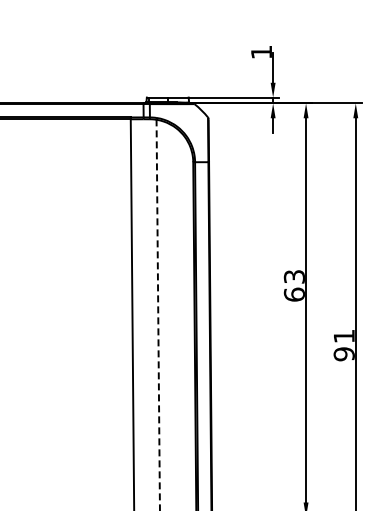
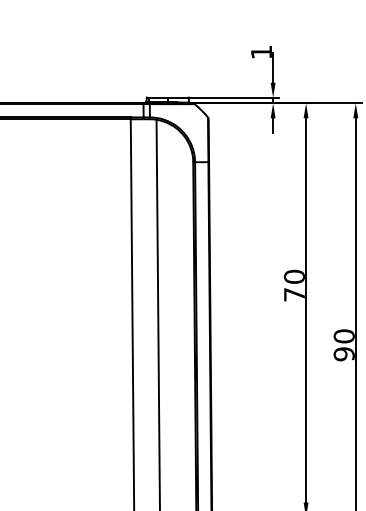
text at (293, 285): 63 -> 70
line at (158, 314): dashed -> solid
text at (343, 336): 91 -> 90
